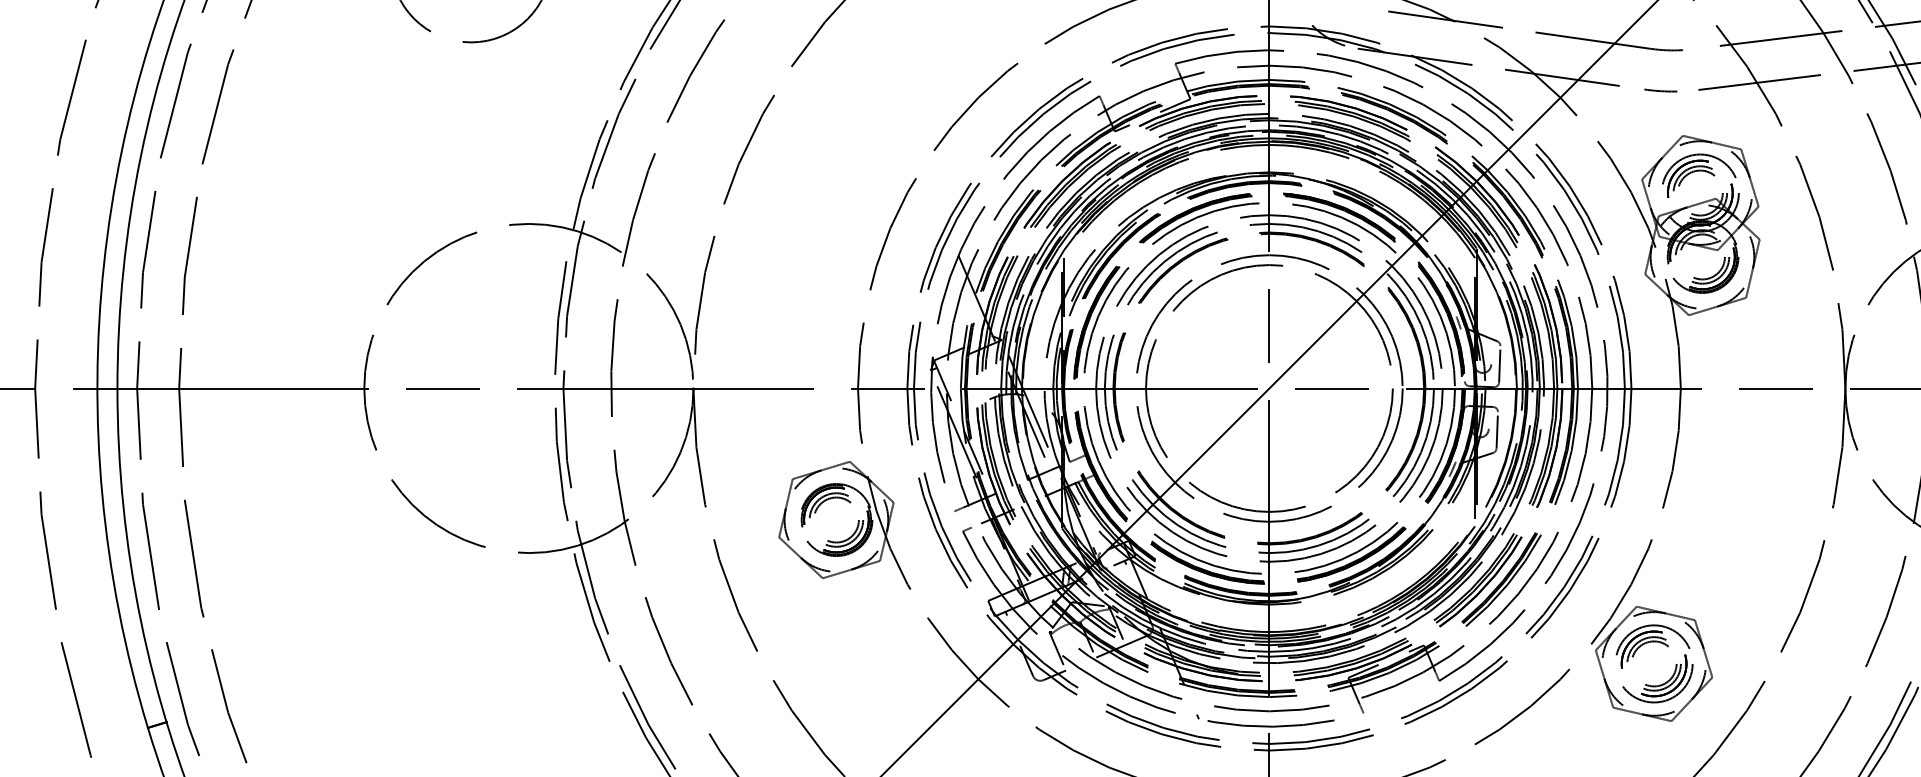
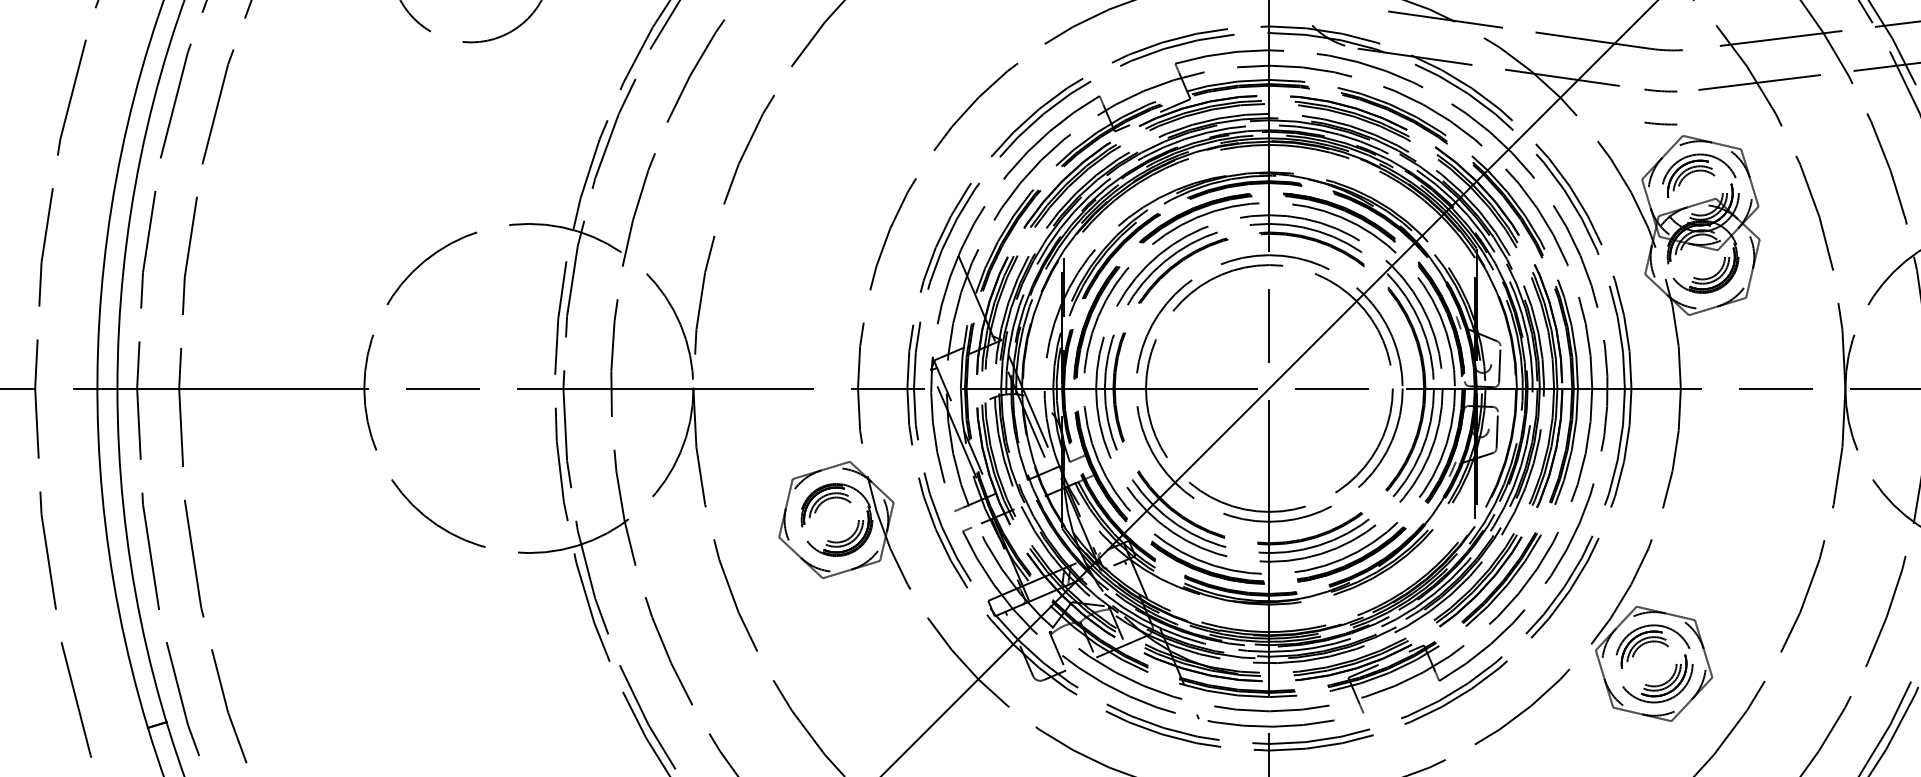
line at (1660, 123): none -> present
